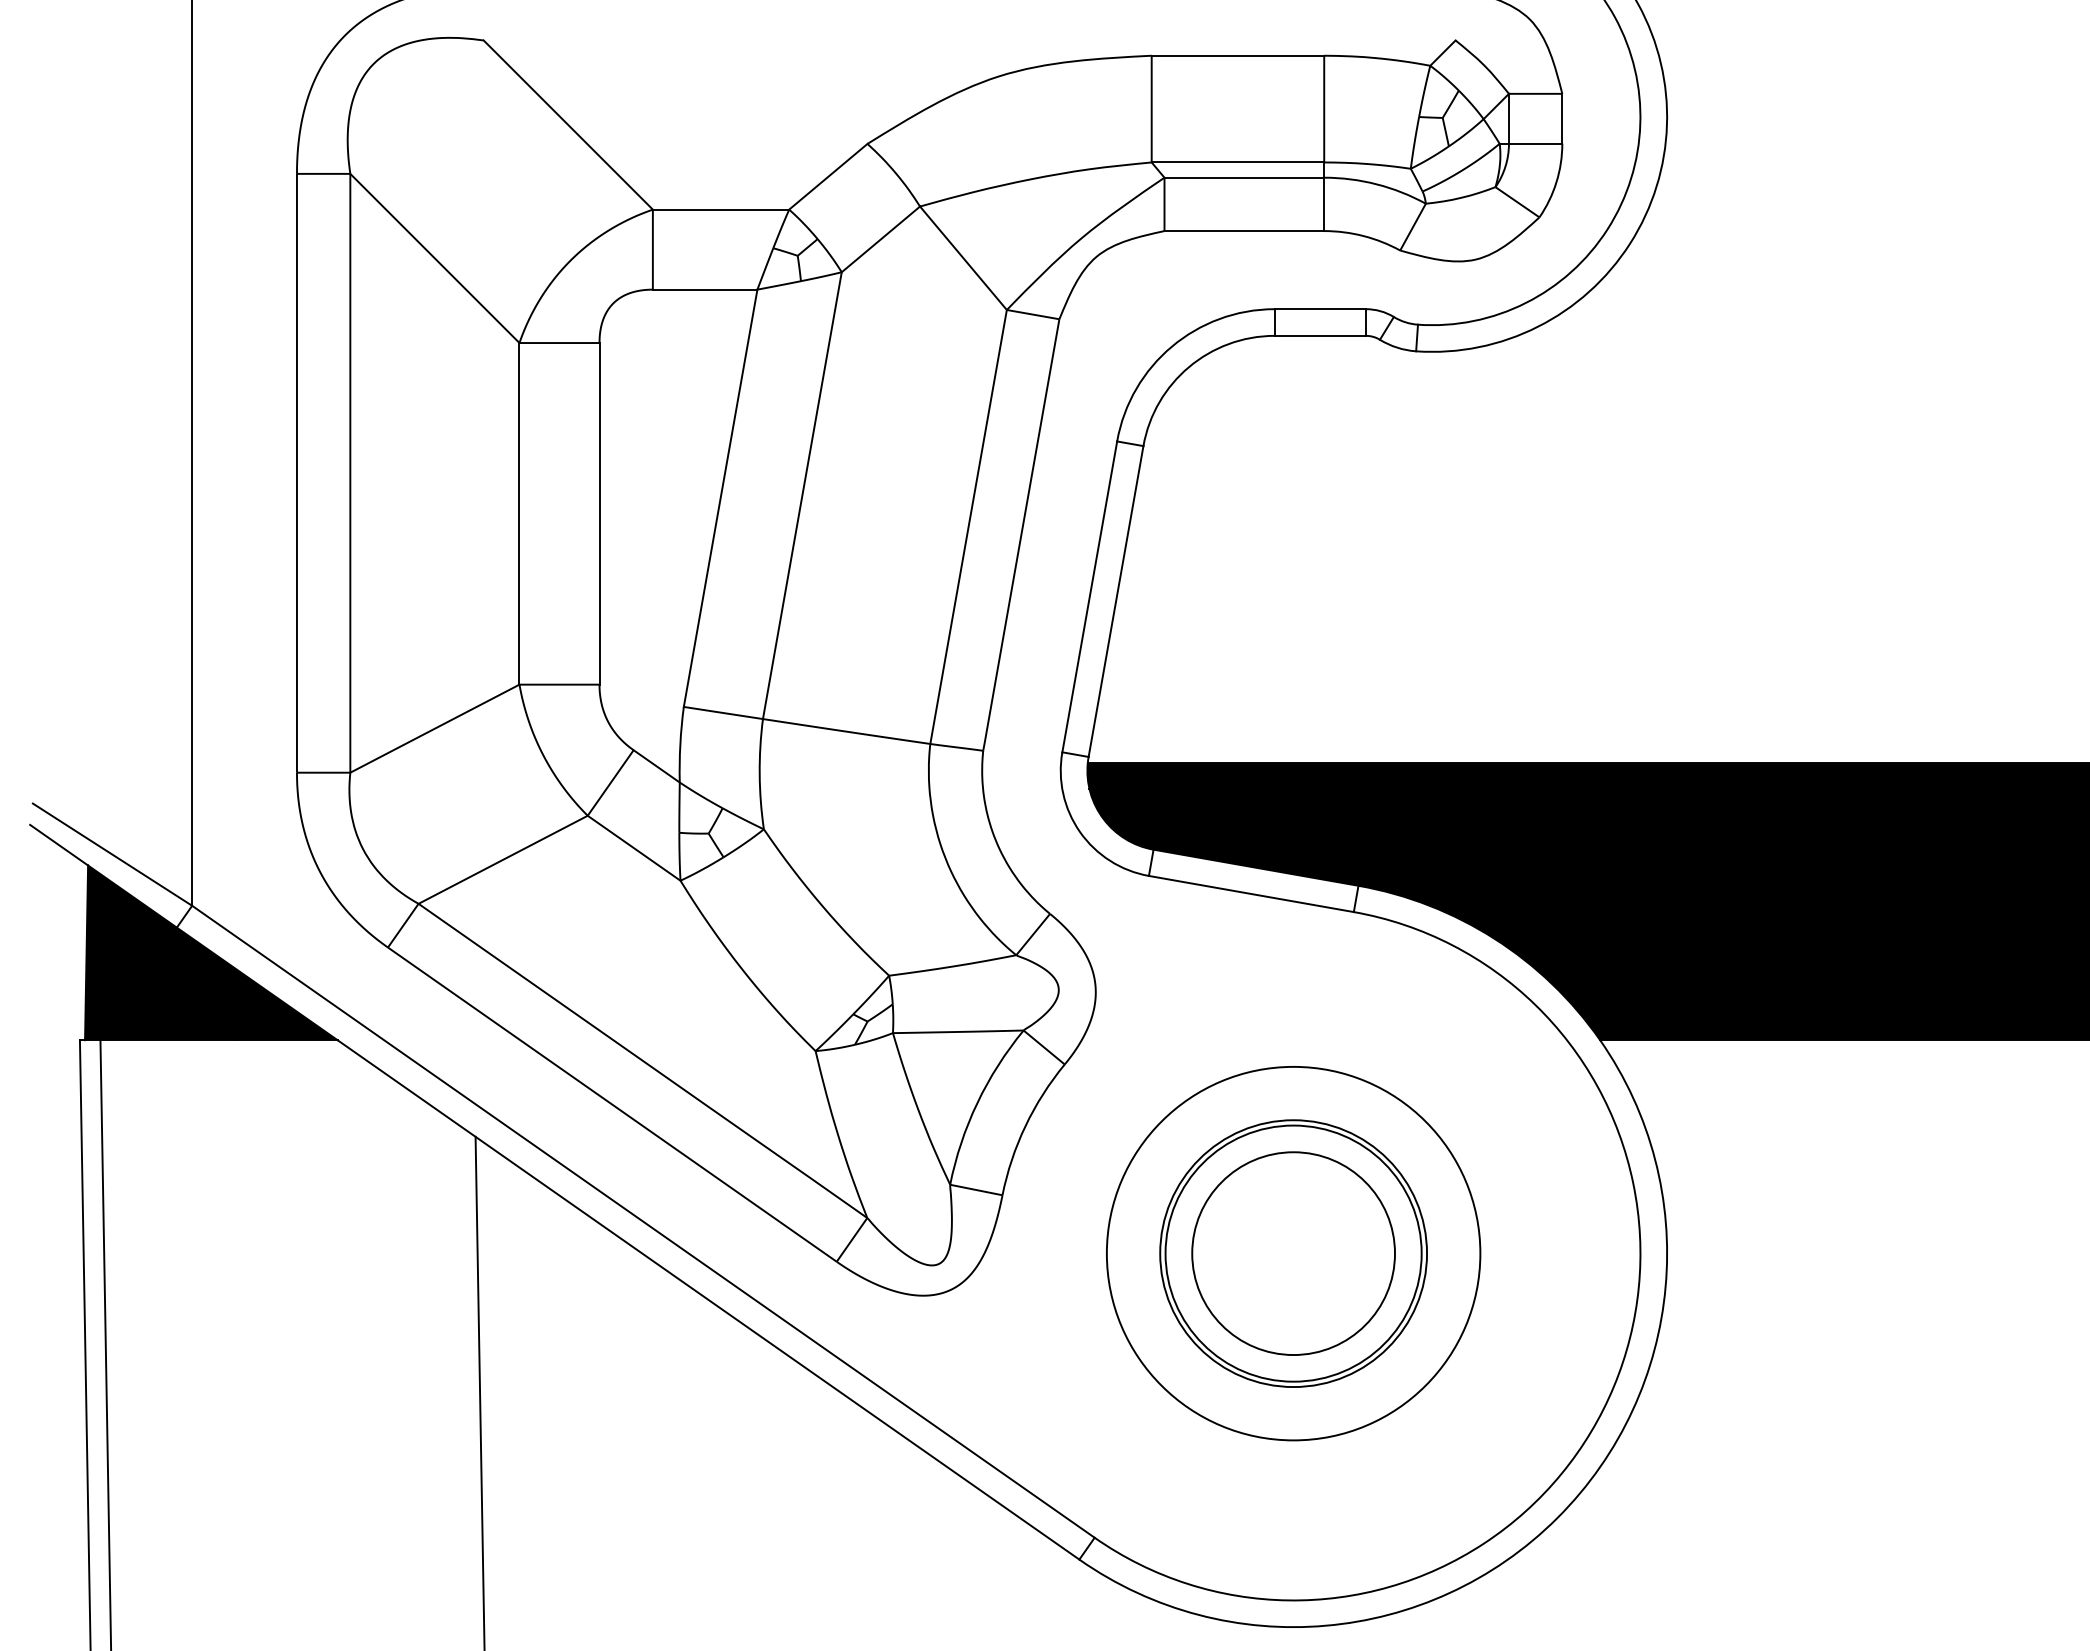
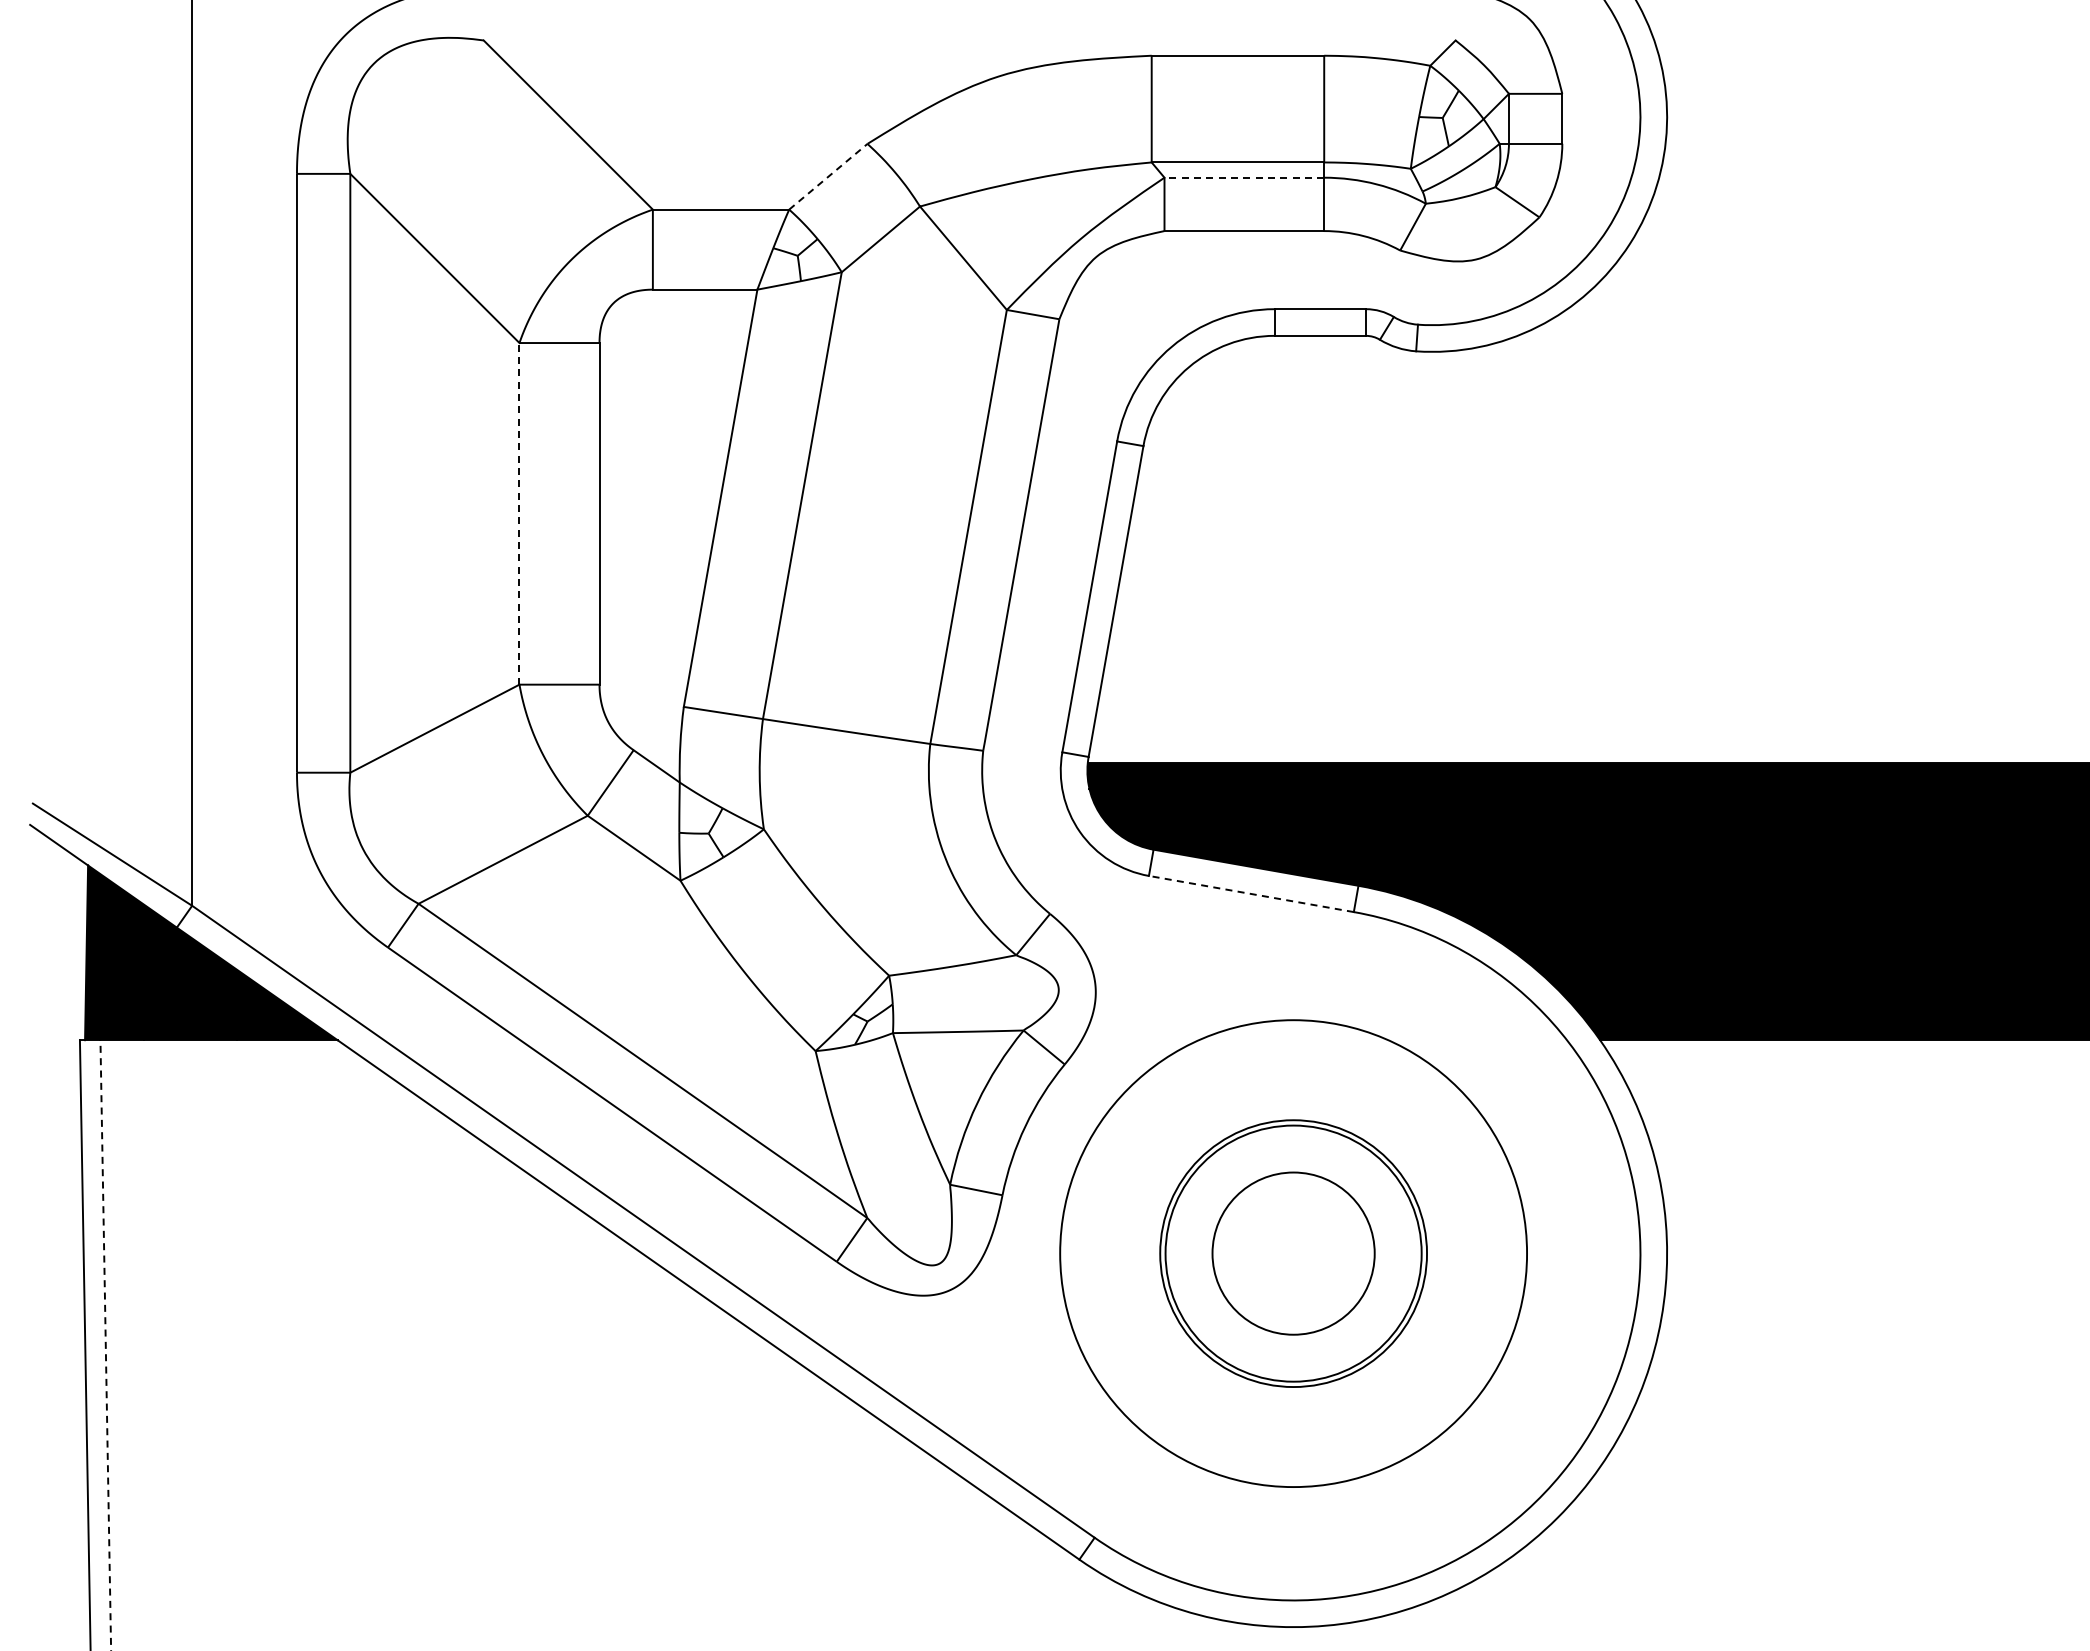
line at (828, 176): solid -> dashed
line at (1244, 177): solid -> dashed
line at (519, 513): solid -> dashed
line at (1250, 893): solid -> dashed
circle at (1293, 1253) diameter: 203 px -> 162 px
circle at (1293, 1253) diameter: 374 px -> 467 px
line at (105, 1344): solid -> dashed
line at (479, 1391): present -> none
